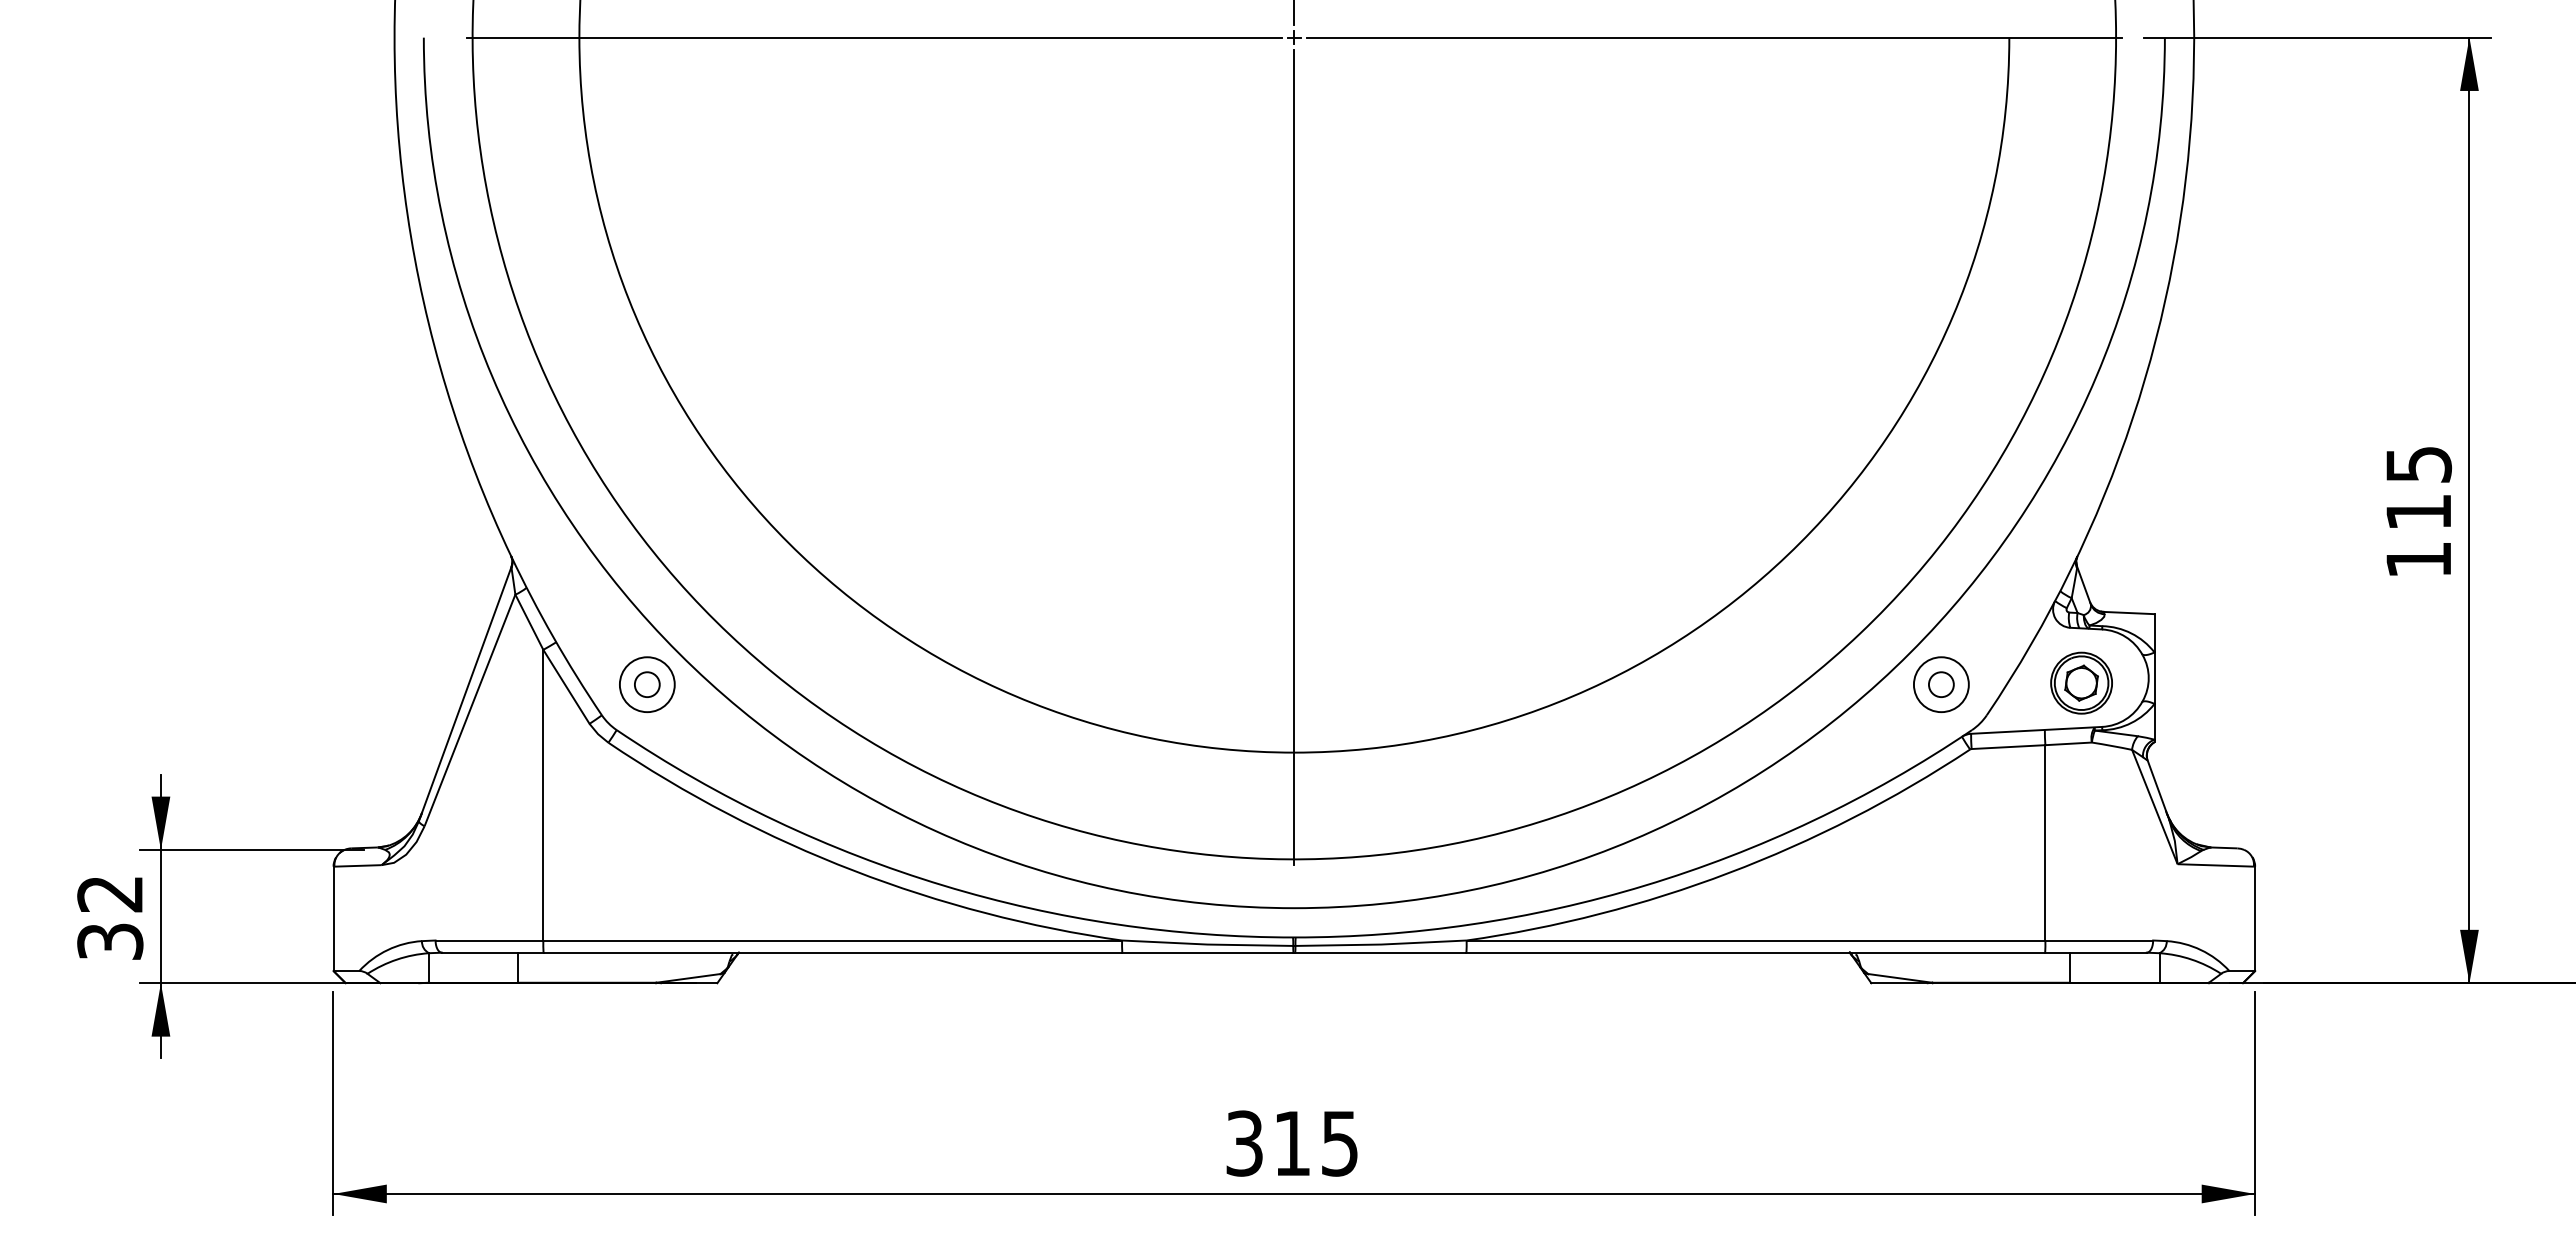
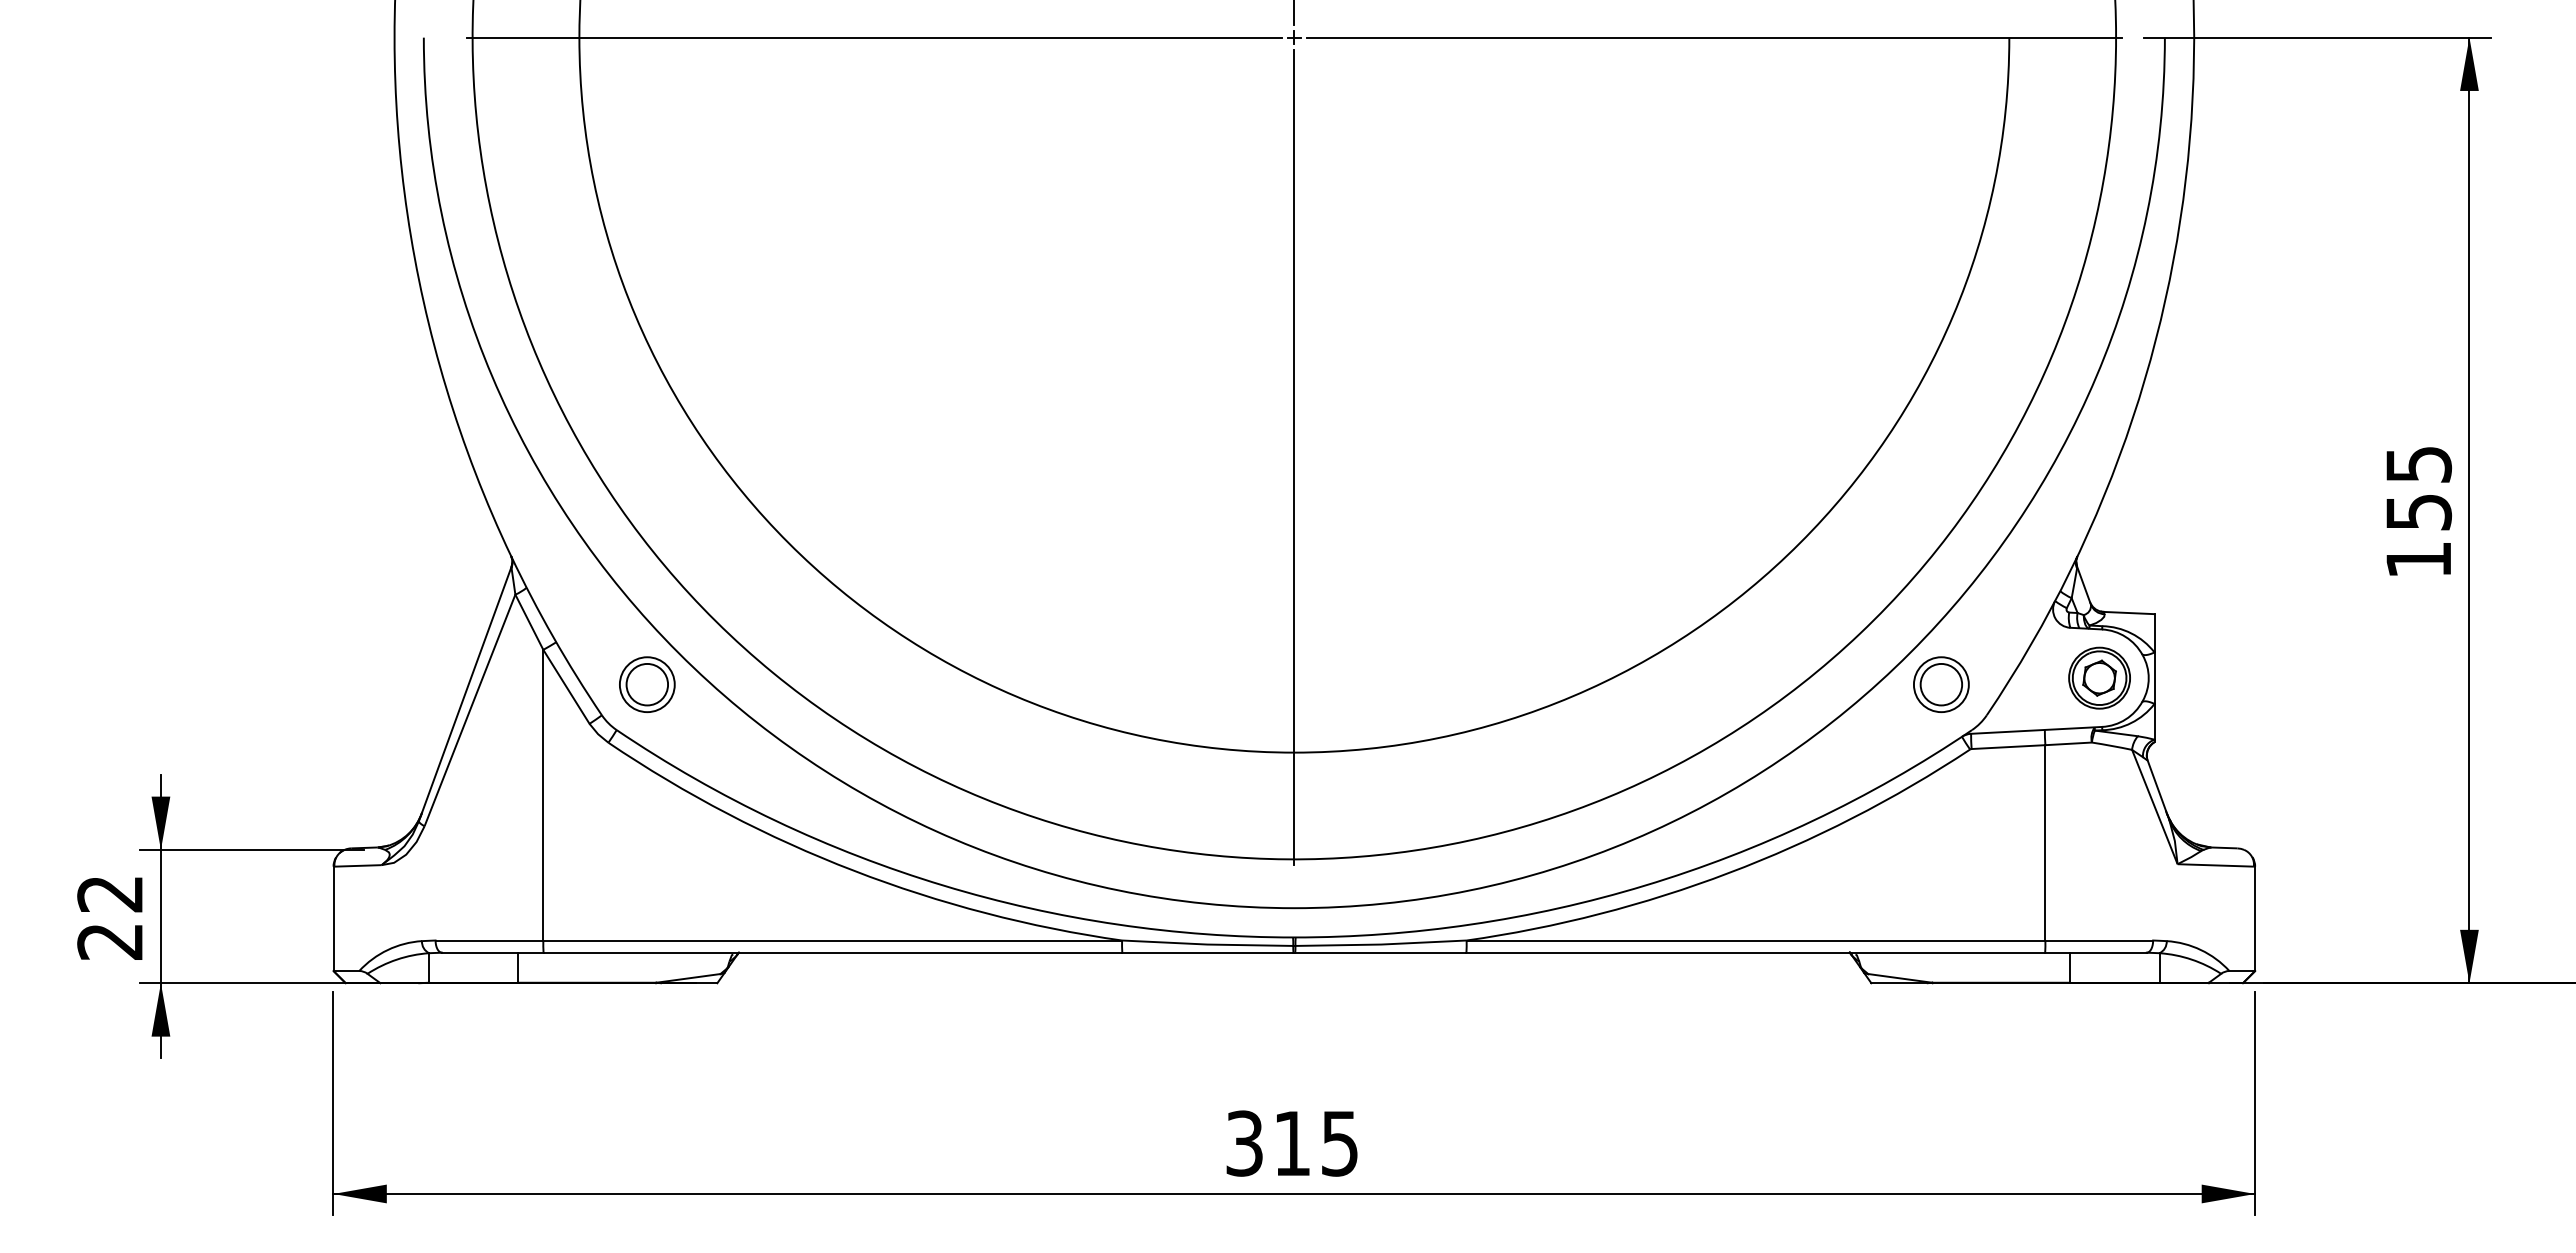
text at (2419, 512): 115 -> 155
part at (2081, 682) position: (2081, 682) -> (2099, 677)
circle at (646, 684) diameter: 25 px -> 41 px
circle at (1940, 684) diameter: 25 px -> 41 px
text at (110, 941): 32 -> 22
